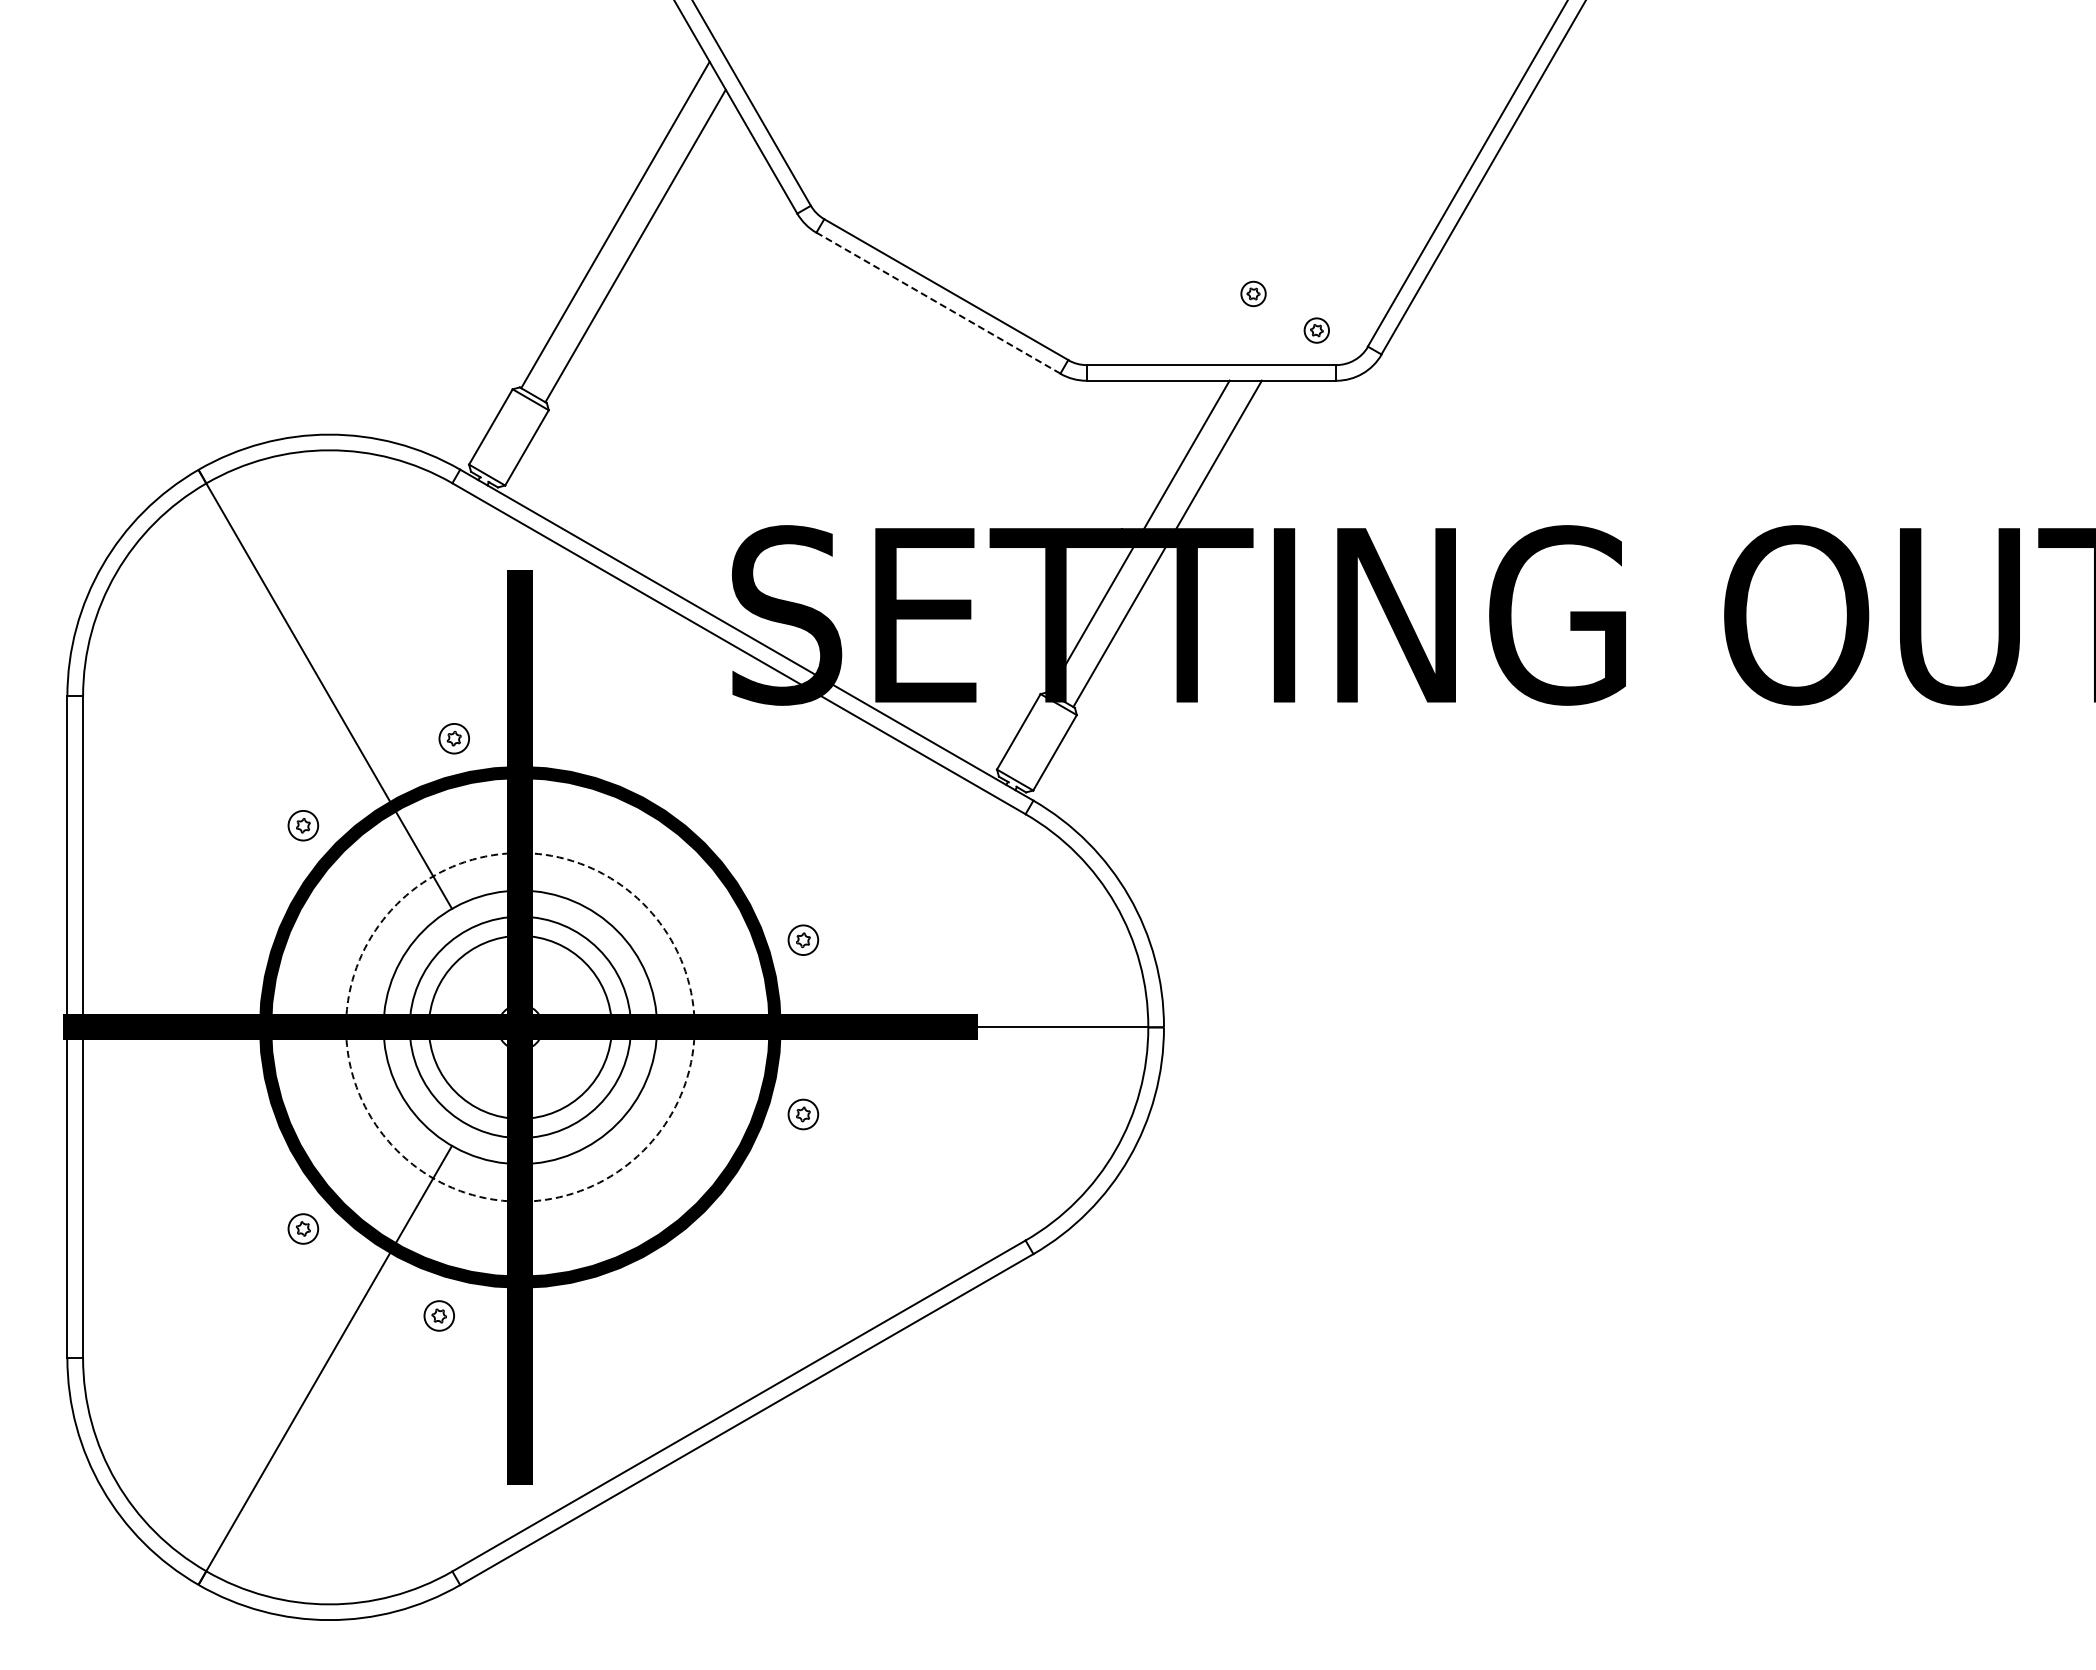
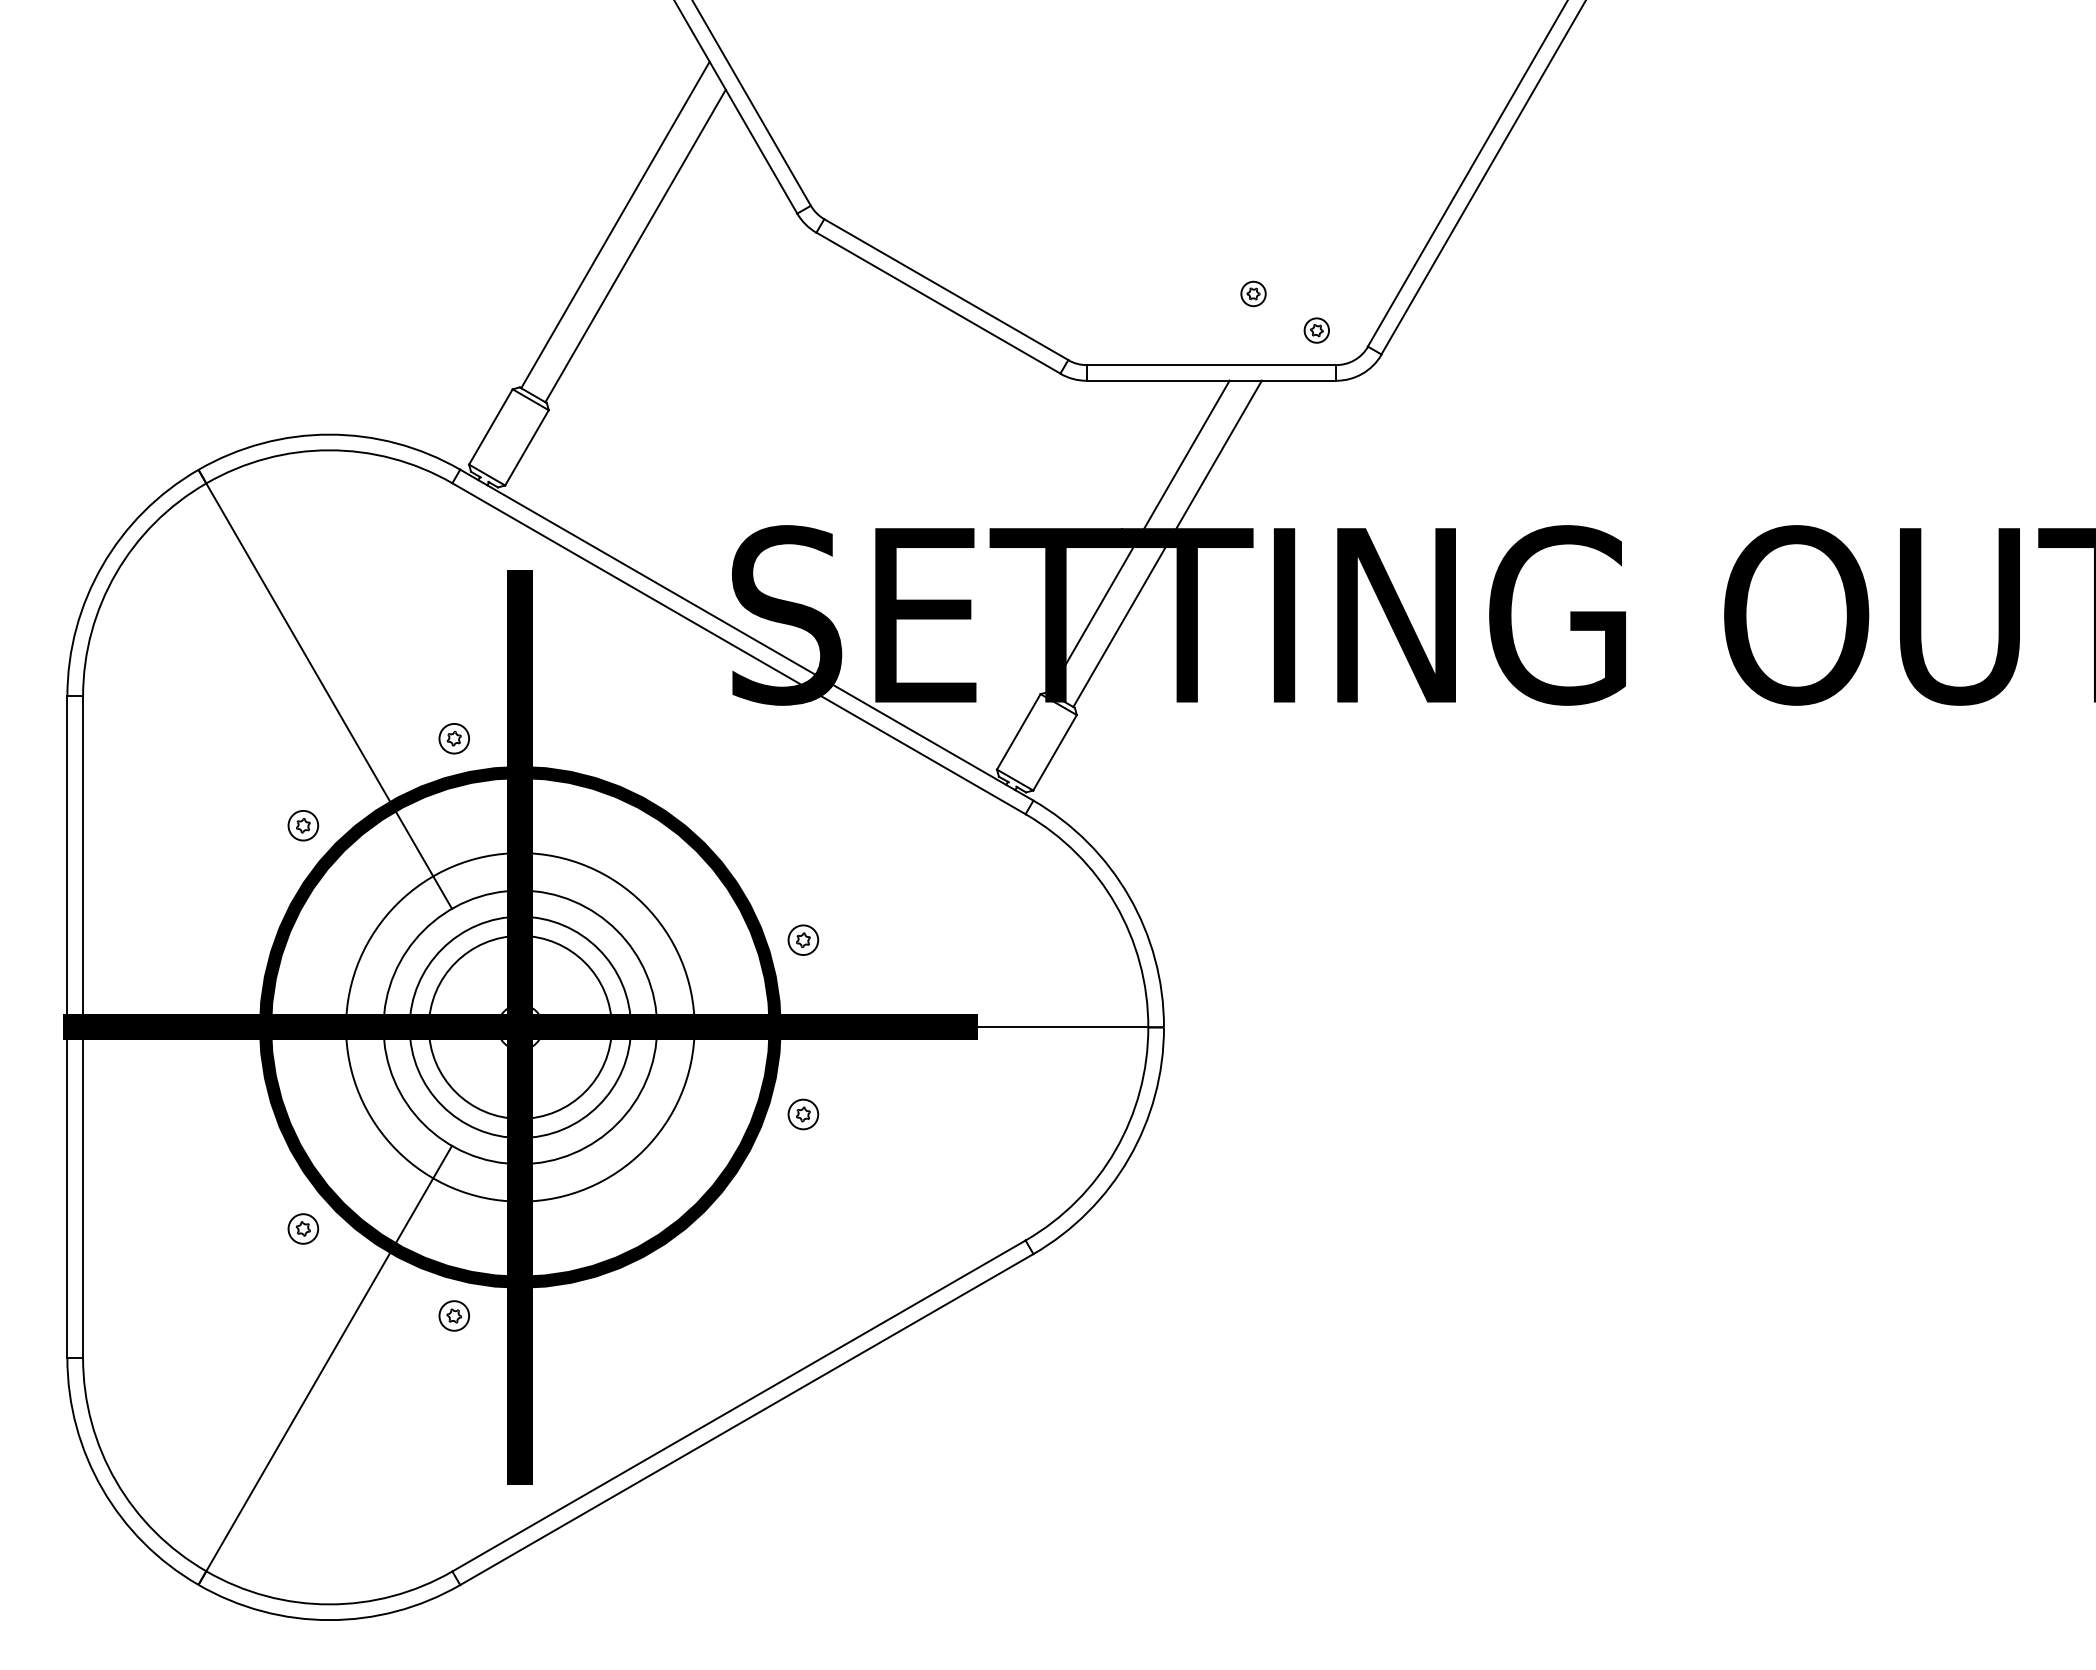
line at (938, 303): dashed -> solid
circle at (520, 1027): dashed -> solid
part at (438, 1315) position: (438, 1315) -> (453, 1315)
